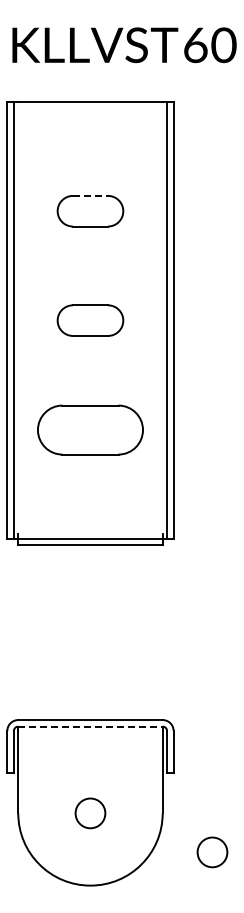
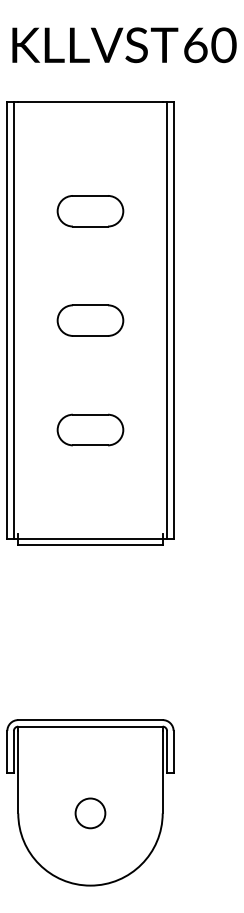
line at (90, 195): dashed -> solid
part at (90, 429) size: 107x52 px -> 69x34 px
line at (90, 726): dashed -> solid
circle at (212, 852): present -> none
